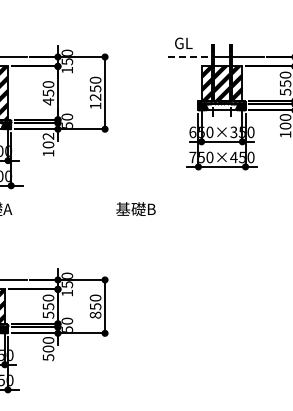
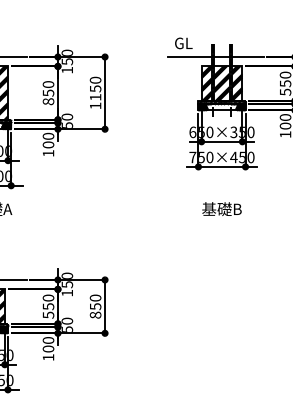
line at (189, 57): dashed -> solid
text at (95, 97): 1250 -> 1150
text at (48, 101): 450 -> 850
text at (48, 135): 102 -> 100
text at (135, 208) position: (135, 208) -> (221, 208)
text at (48, 357): 500 -> 100
